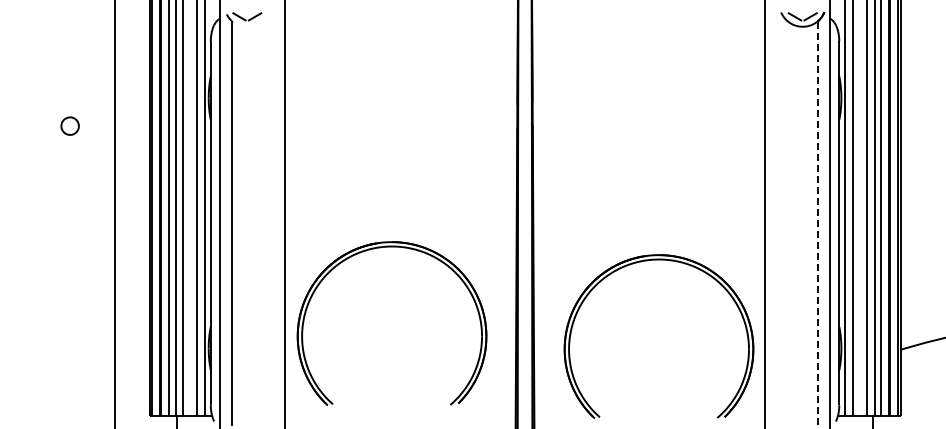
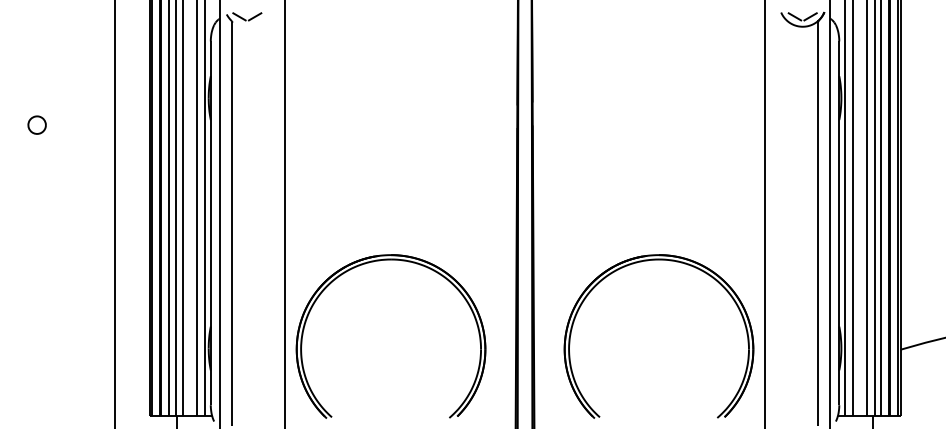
part at (69, 125) position: (69, 125) -> (36, 124)
line at (818, 223): dashed -> solid
part at (380, 248) position: (380, 248) -> (379, 261)
